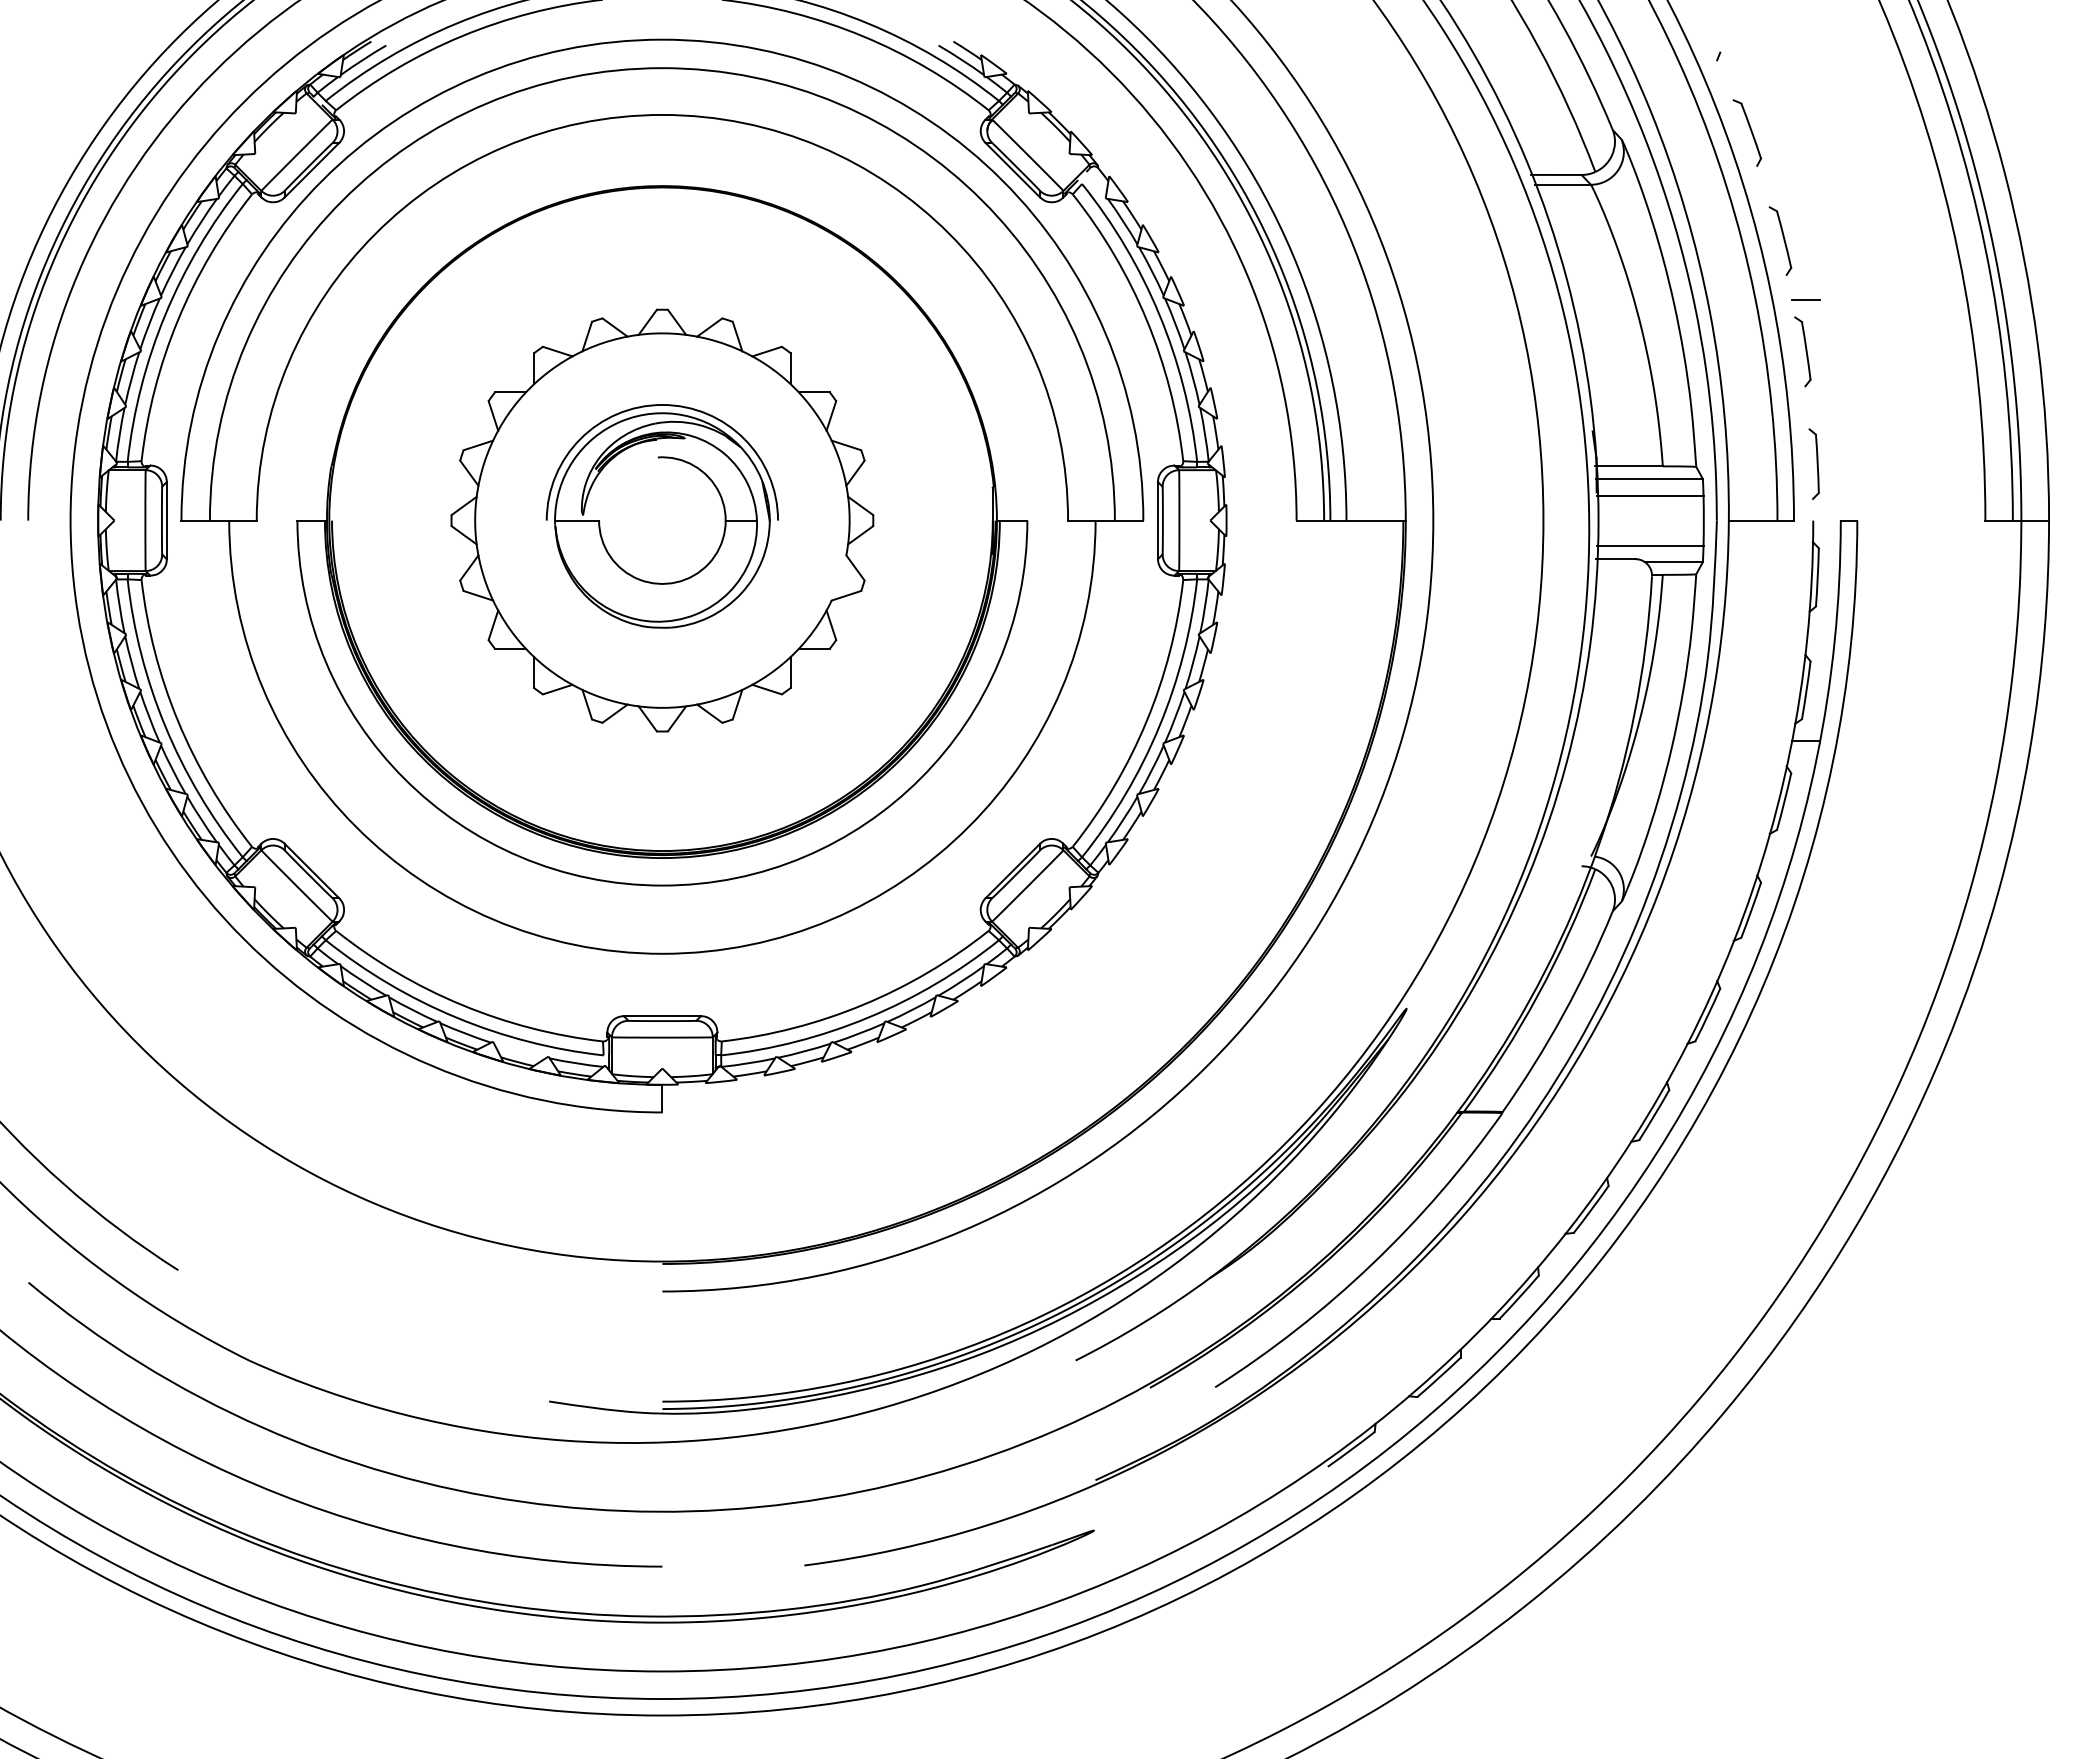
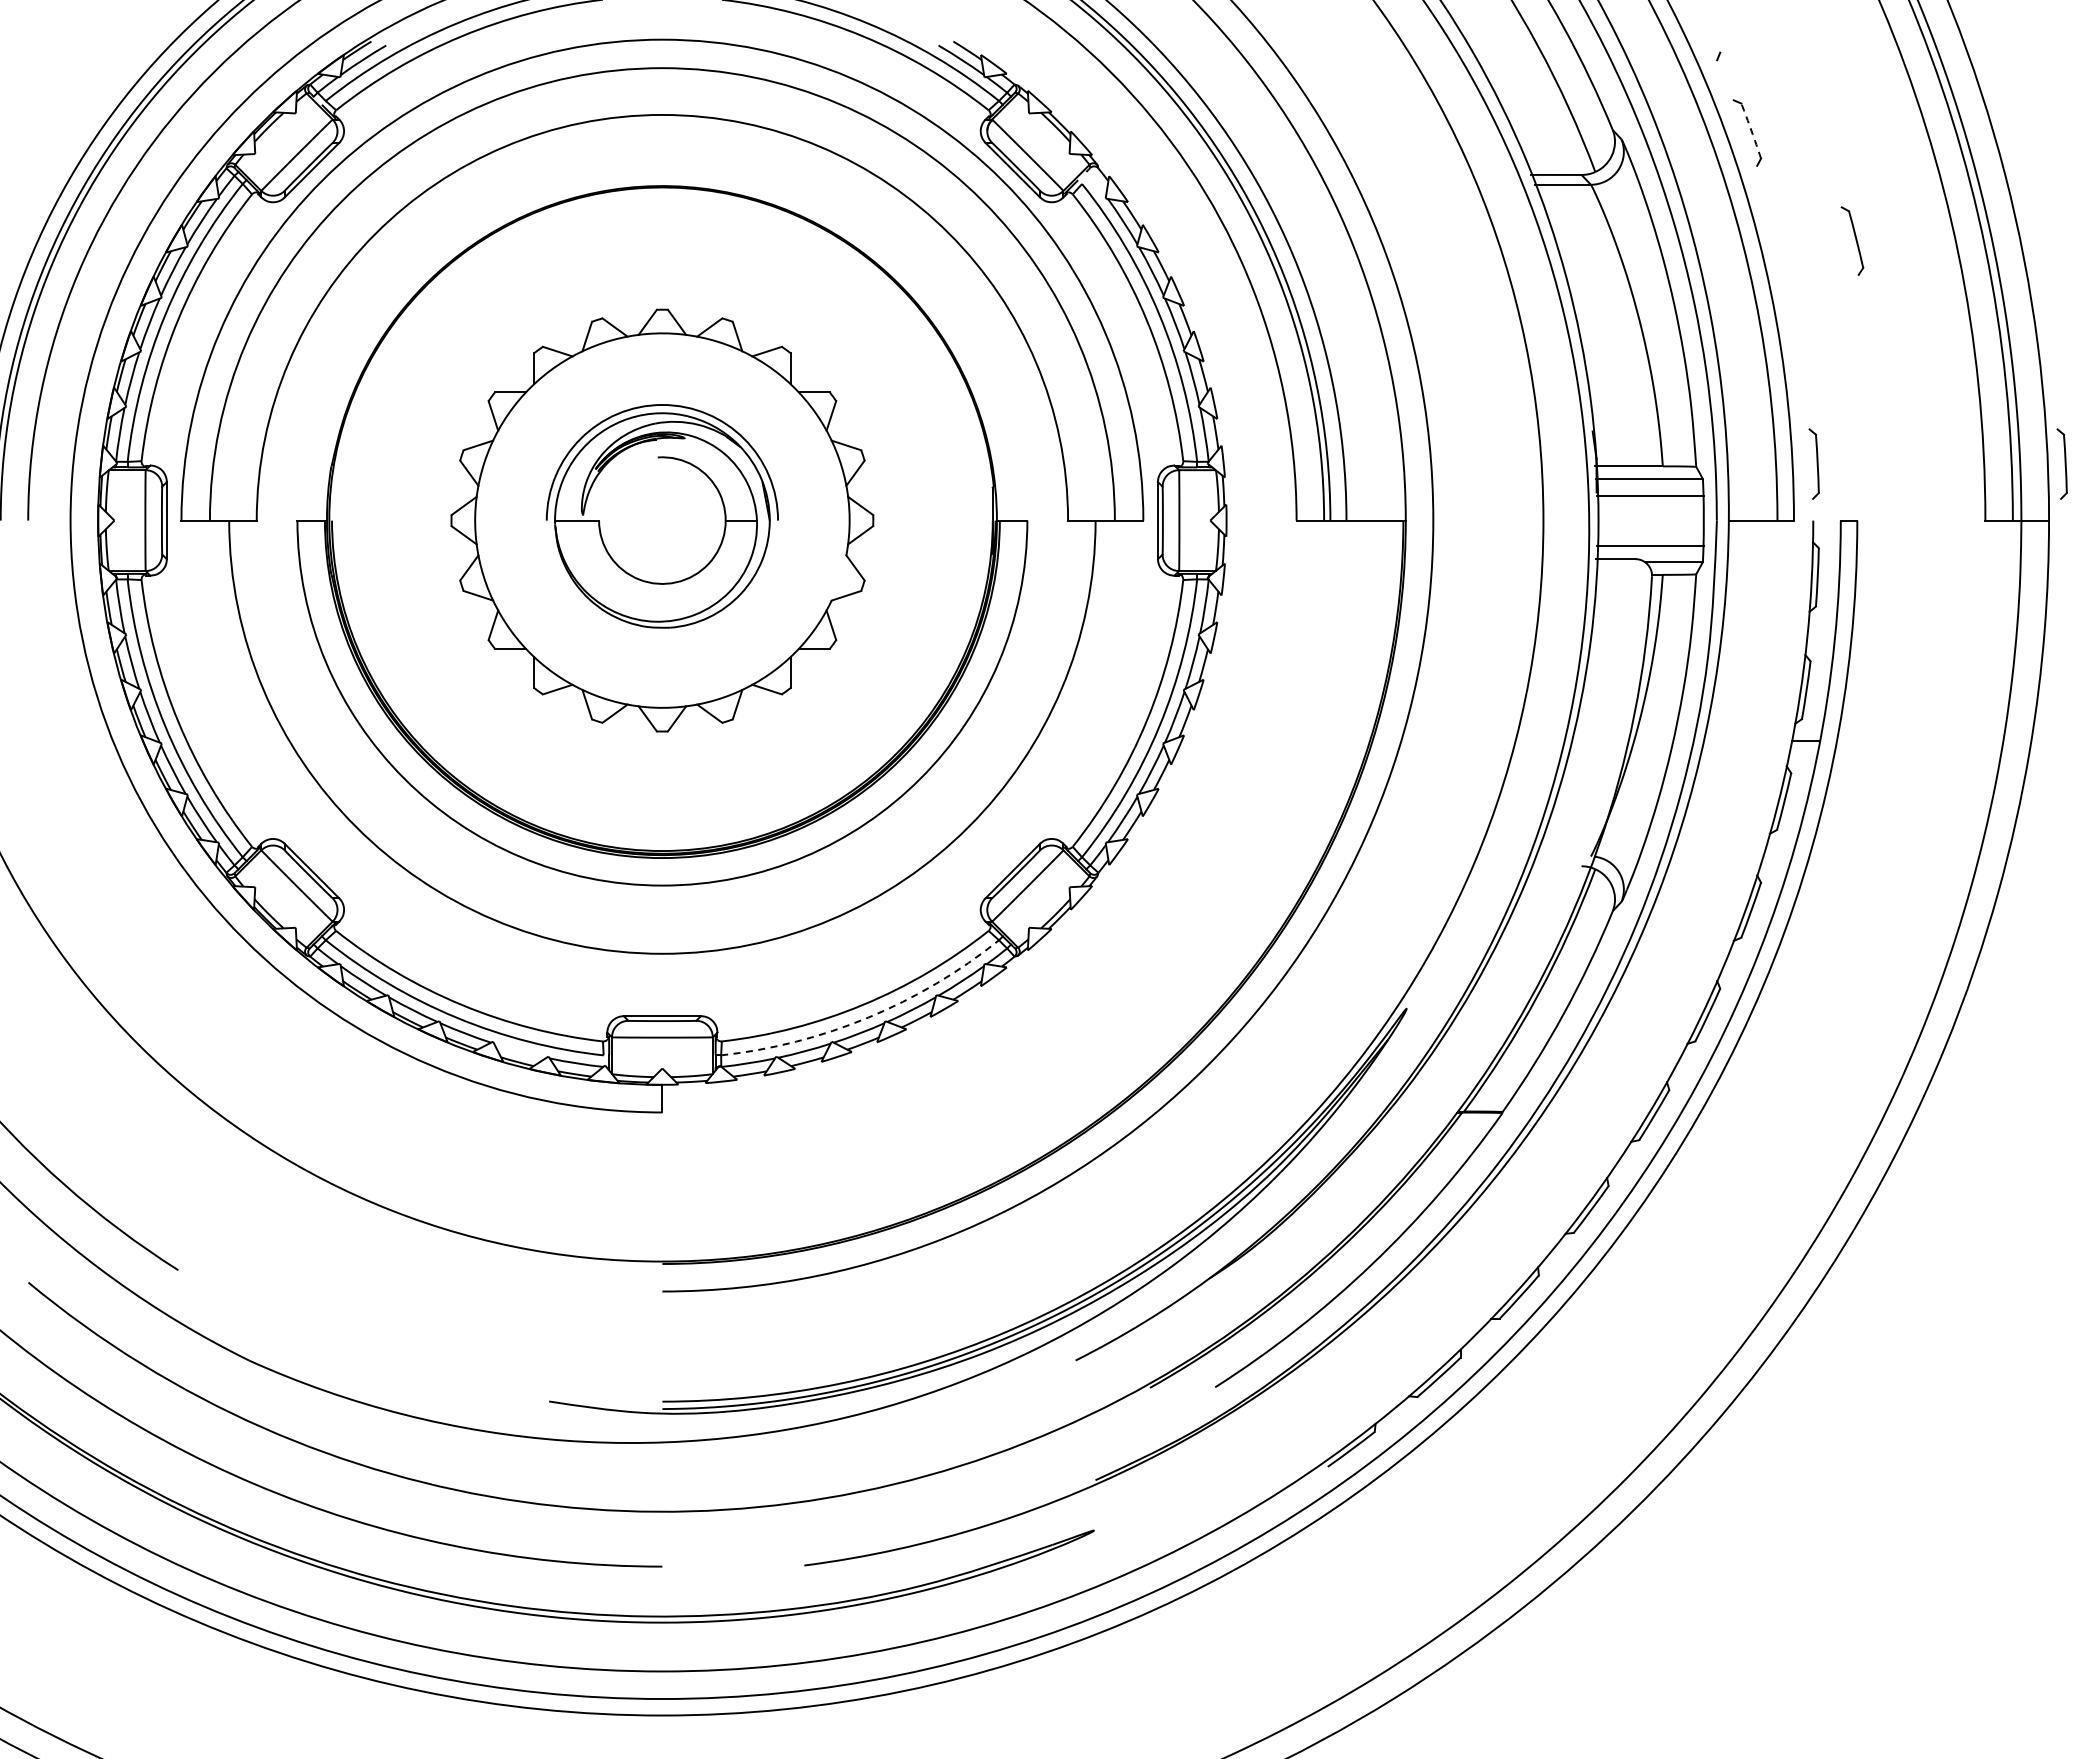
arc at (1751, 130): solid -> dashed
part at (1780, 240) position: (1780, 240) -> (1852, 240)
line at (1806, 300): present -> none
part at (1802, 351): present -> none
part at (2061, 463): none -> present
arc at (868, 1017): solid -> dashed
